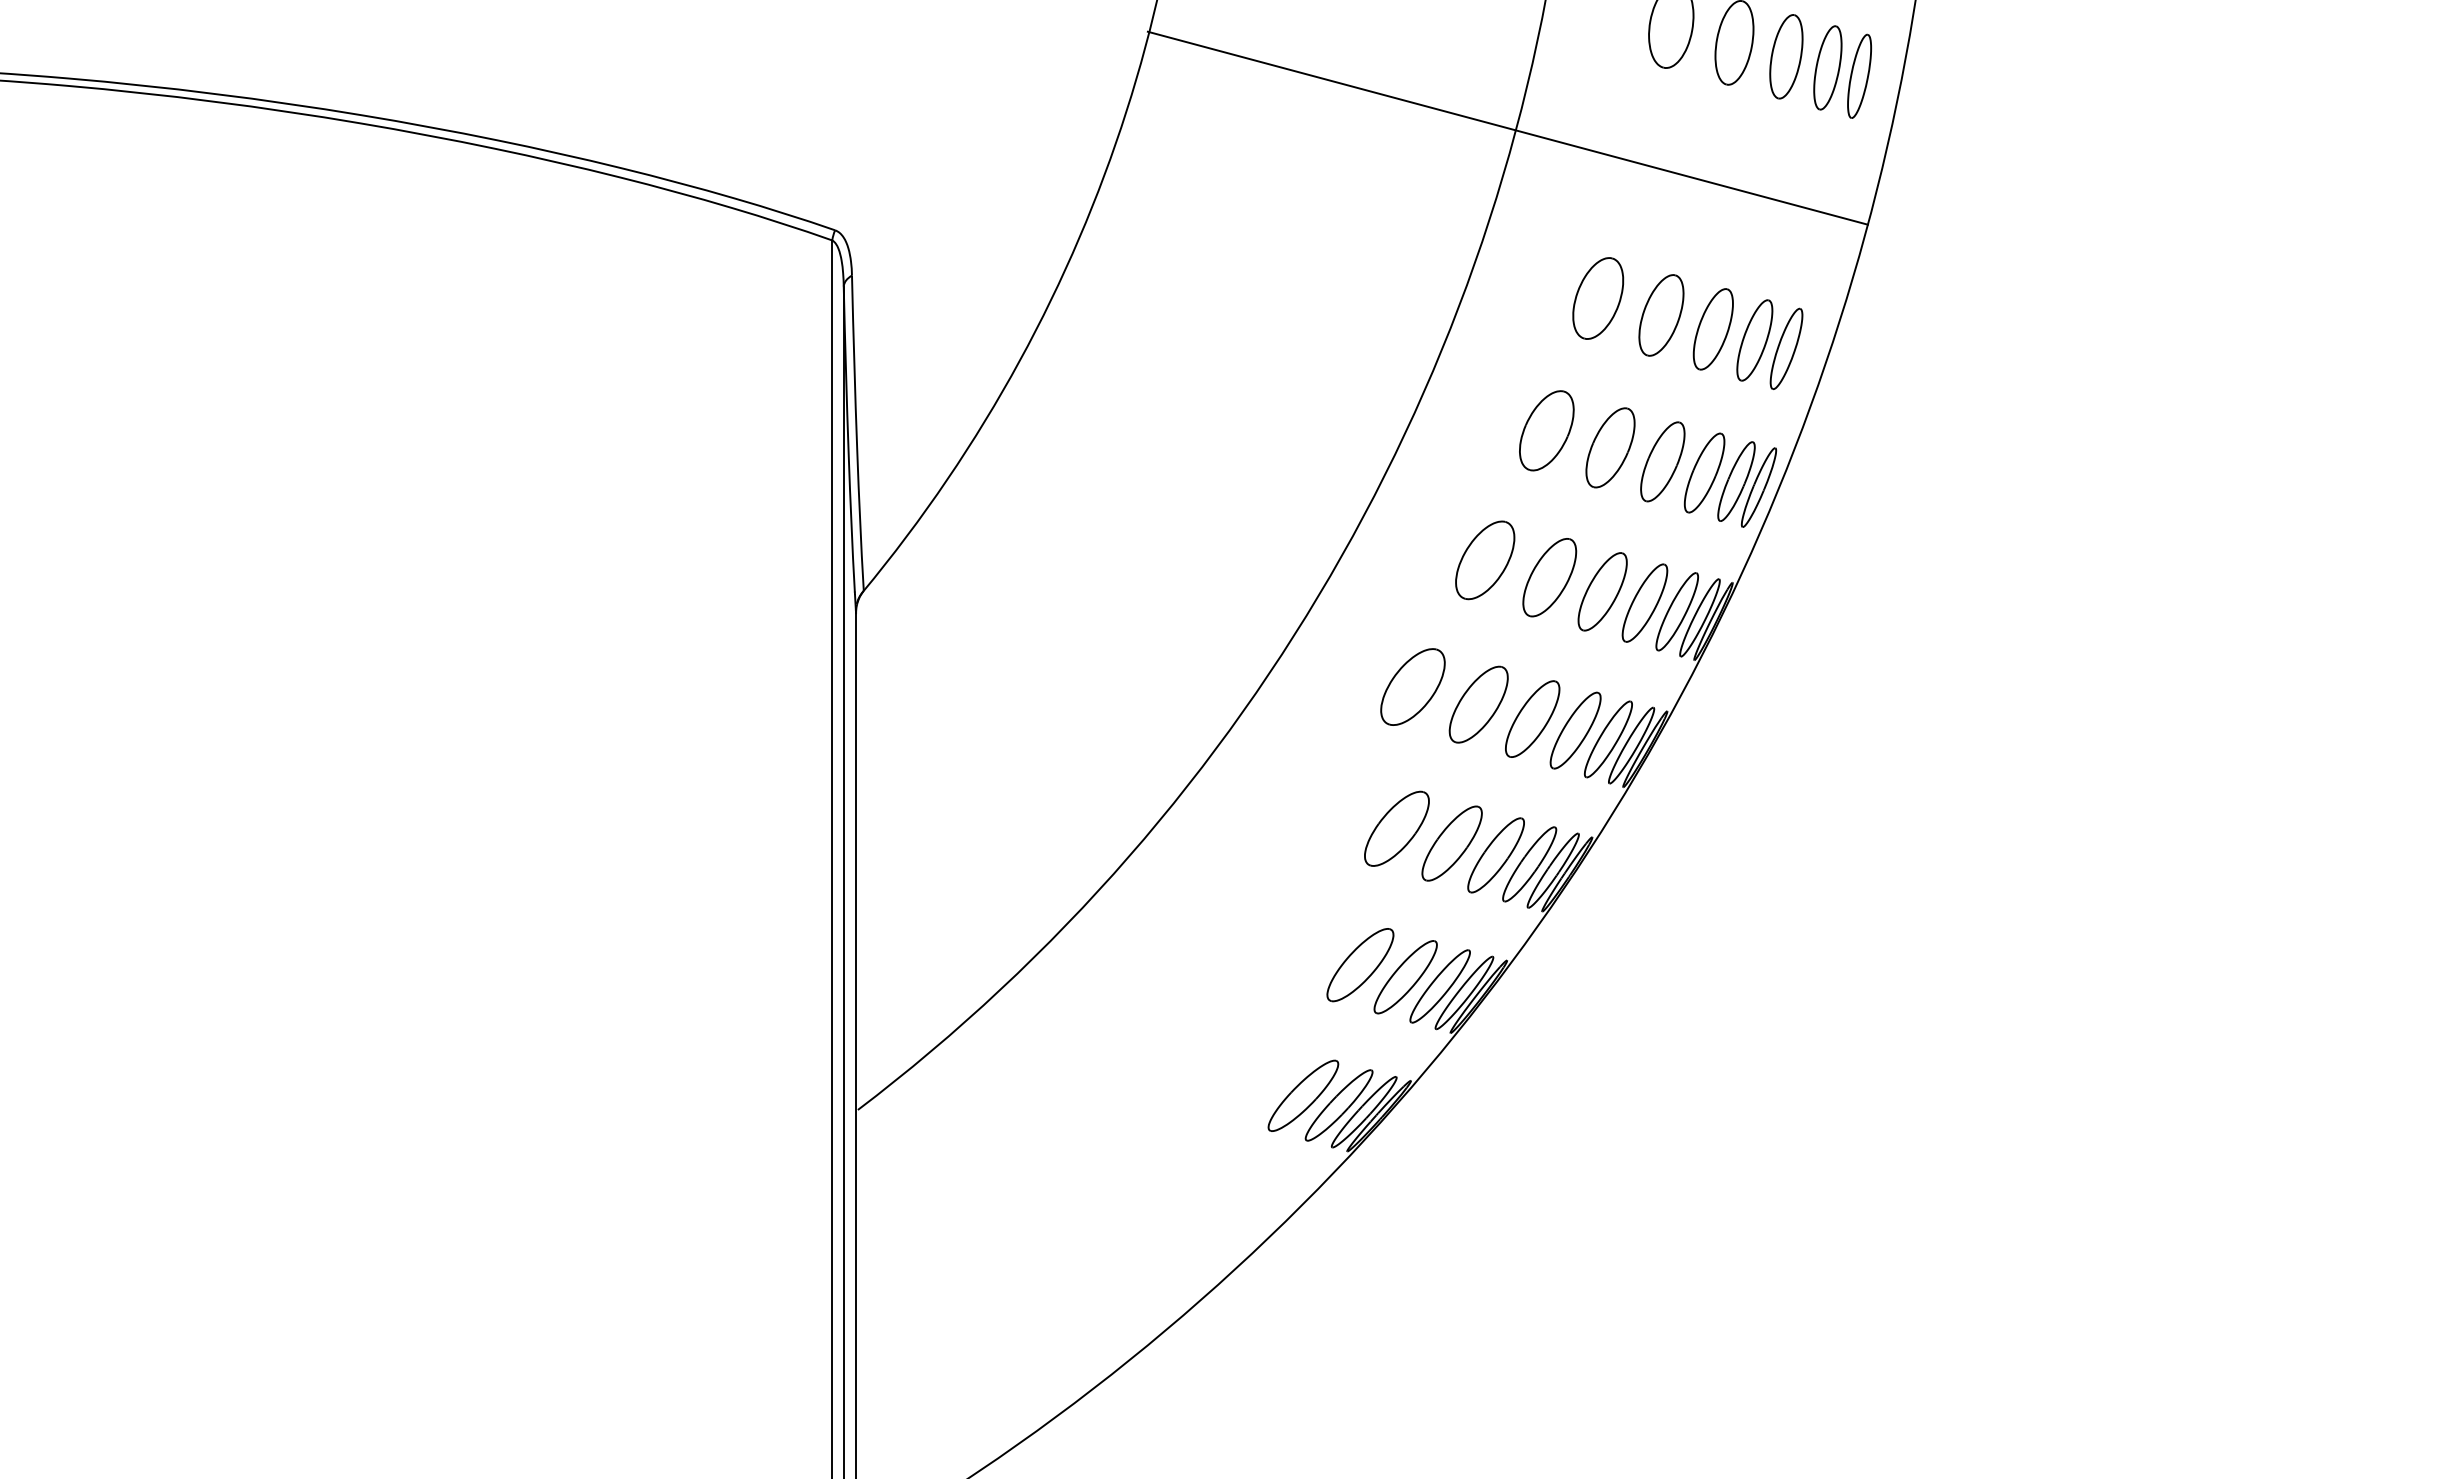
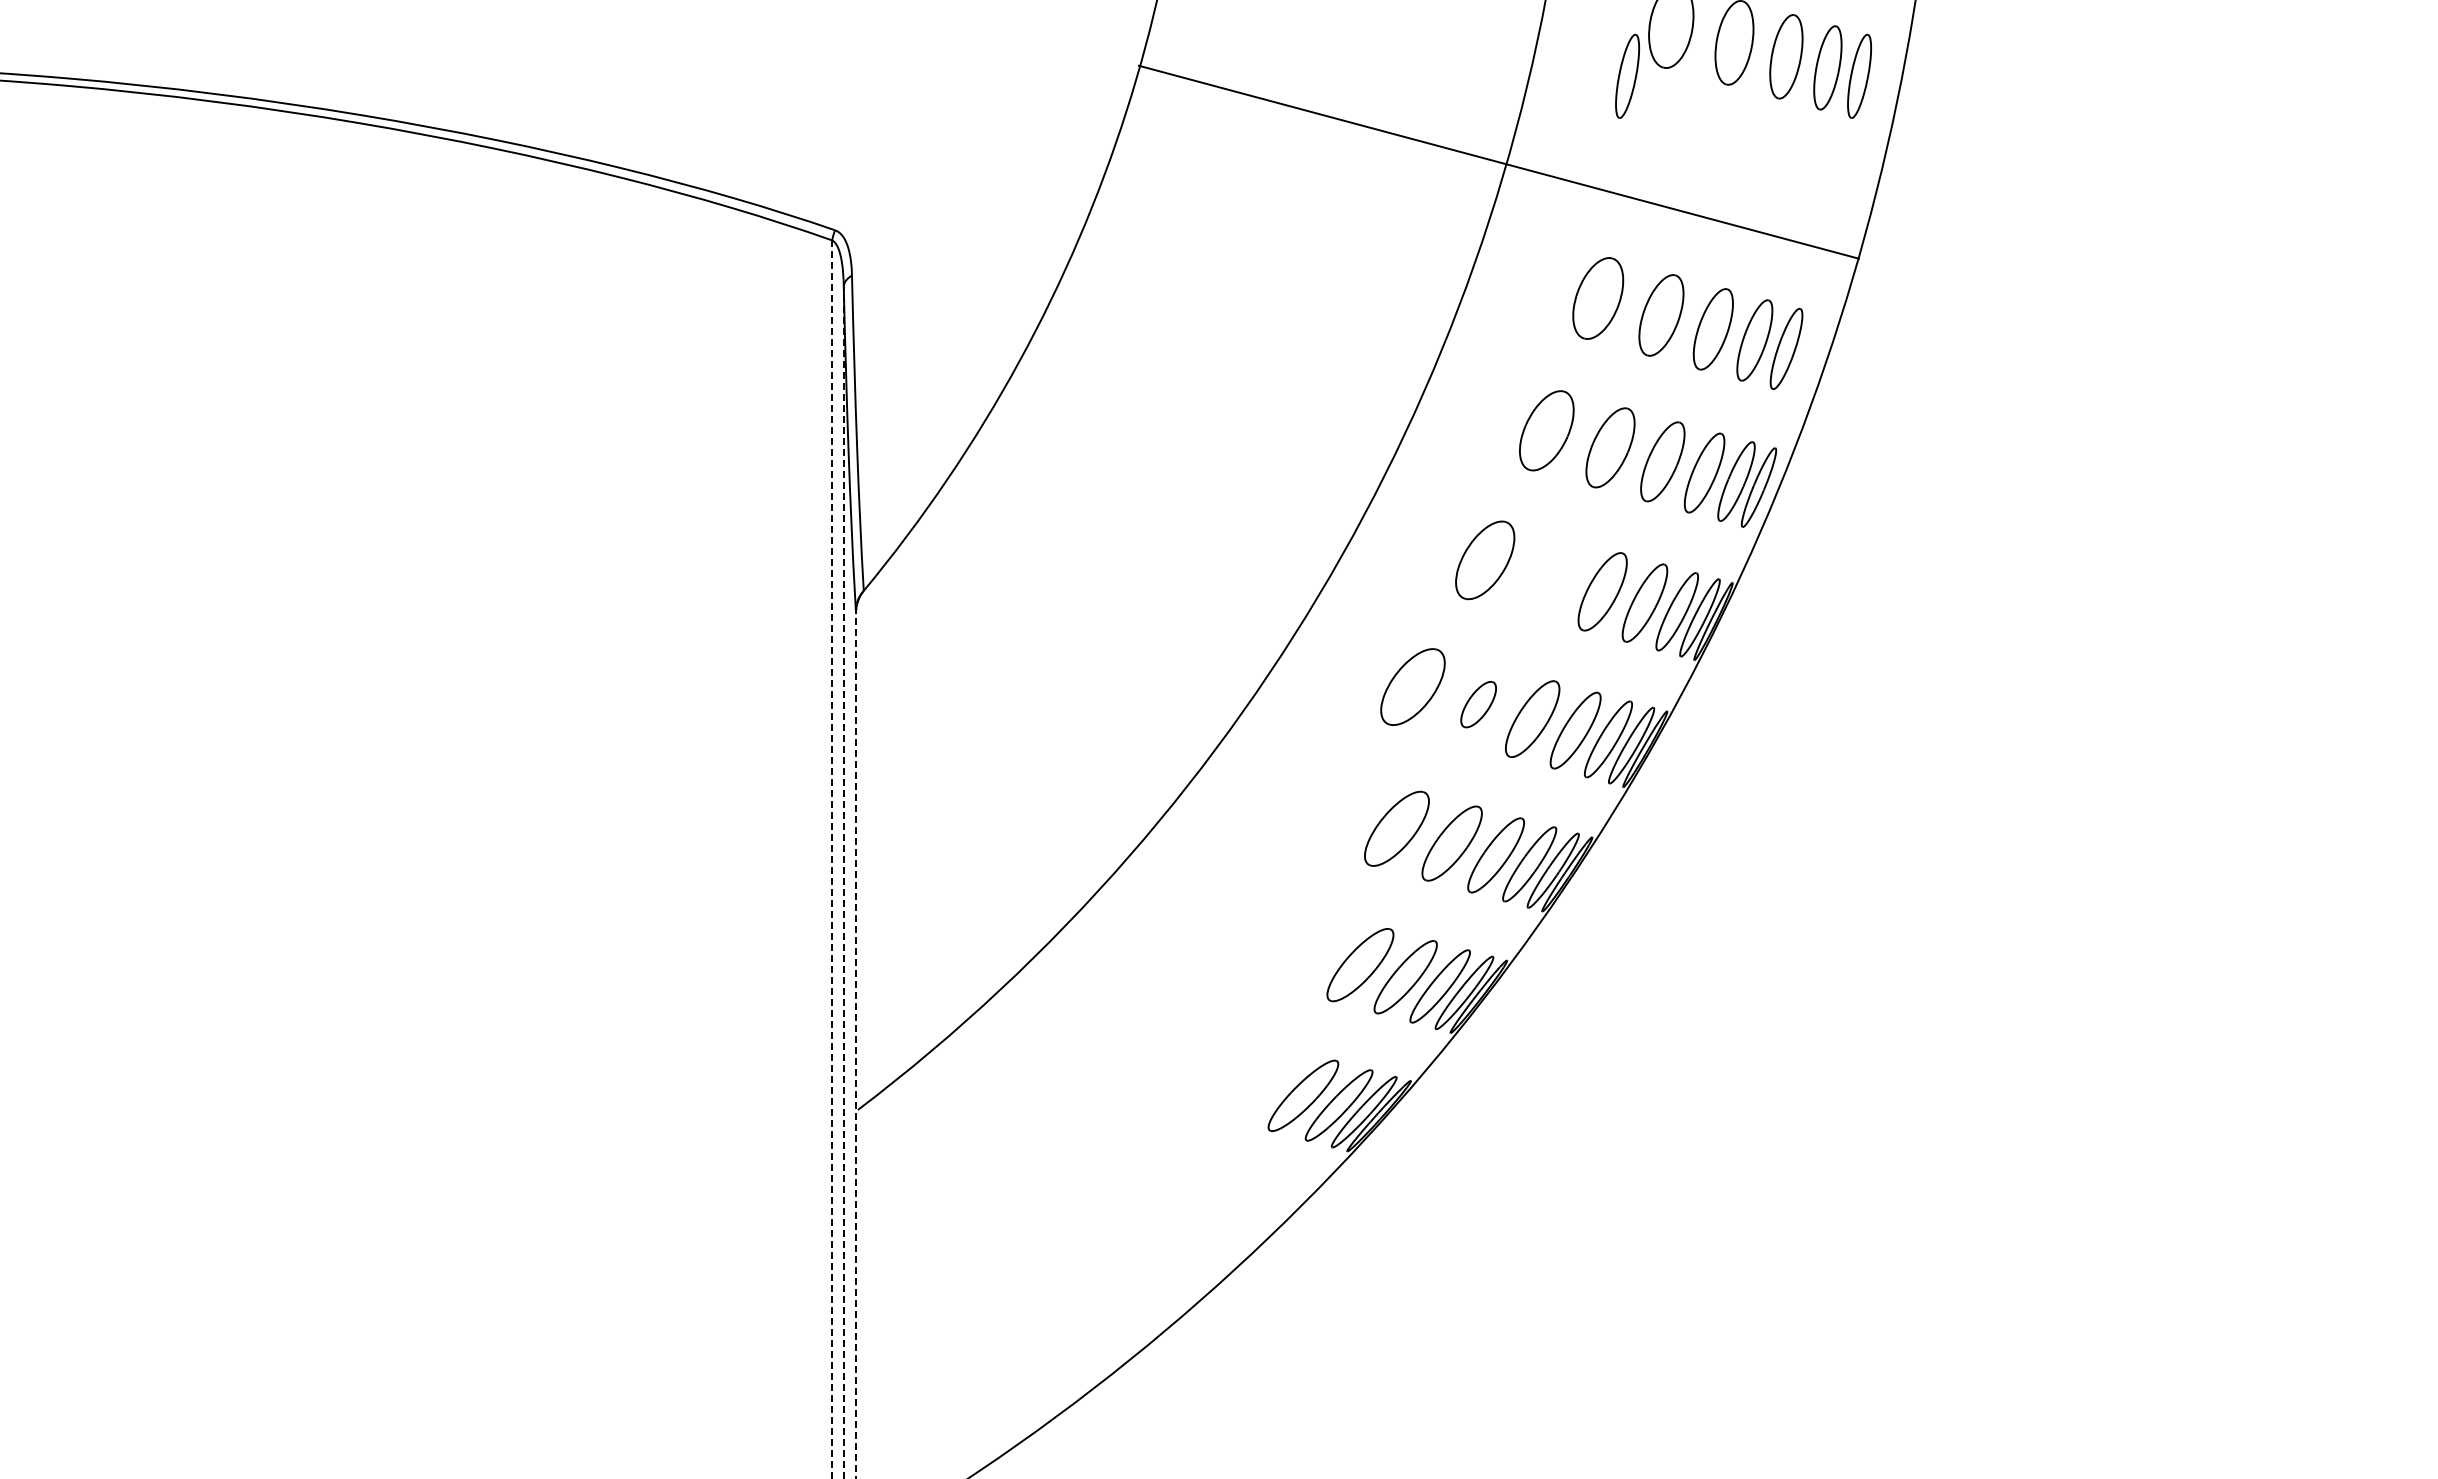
part at (1627, 75): none -> present
line at (1507, 127) position: (1507, 127) -> (1498, 161)
part at (1549, 577): present -> none
part at (1478, 704) size: 61x79 px -> 37x49 px
line at (832, 859): solid -> dashed
line at (843, 882): solid -> dashed
line at (856, 1044): solid -> dashed
